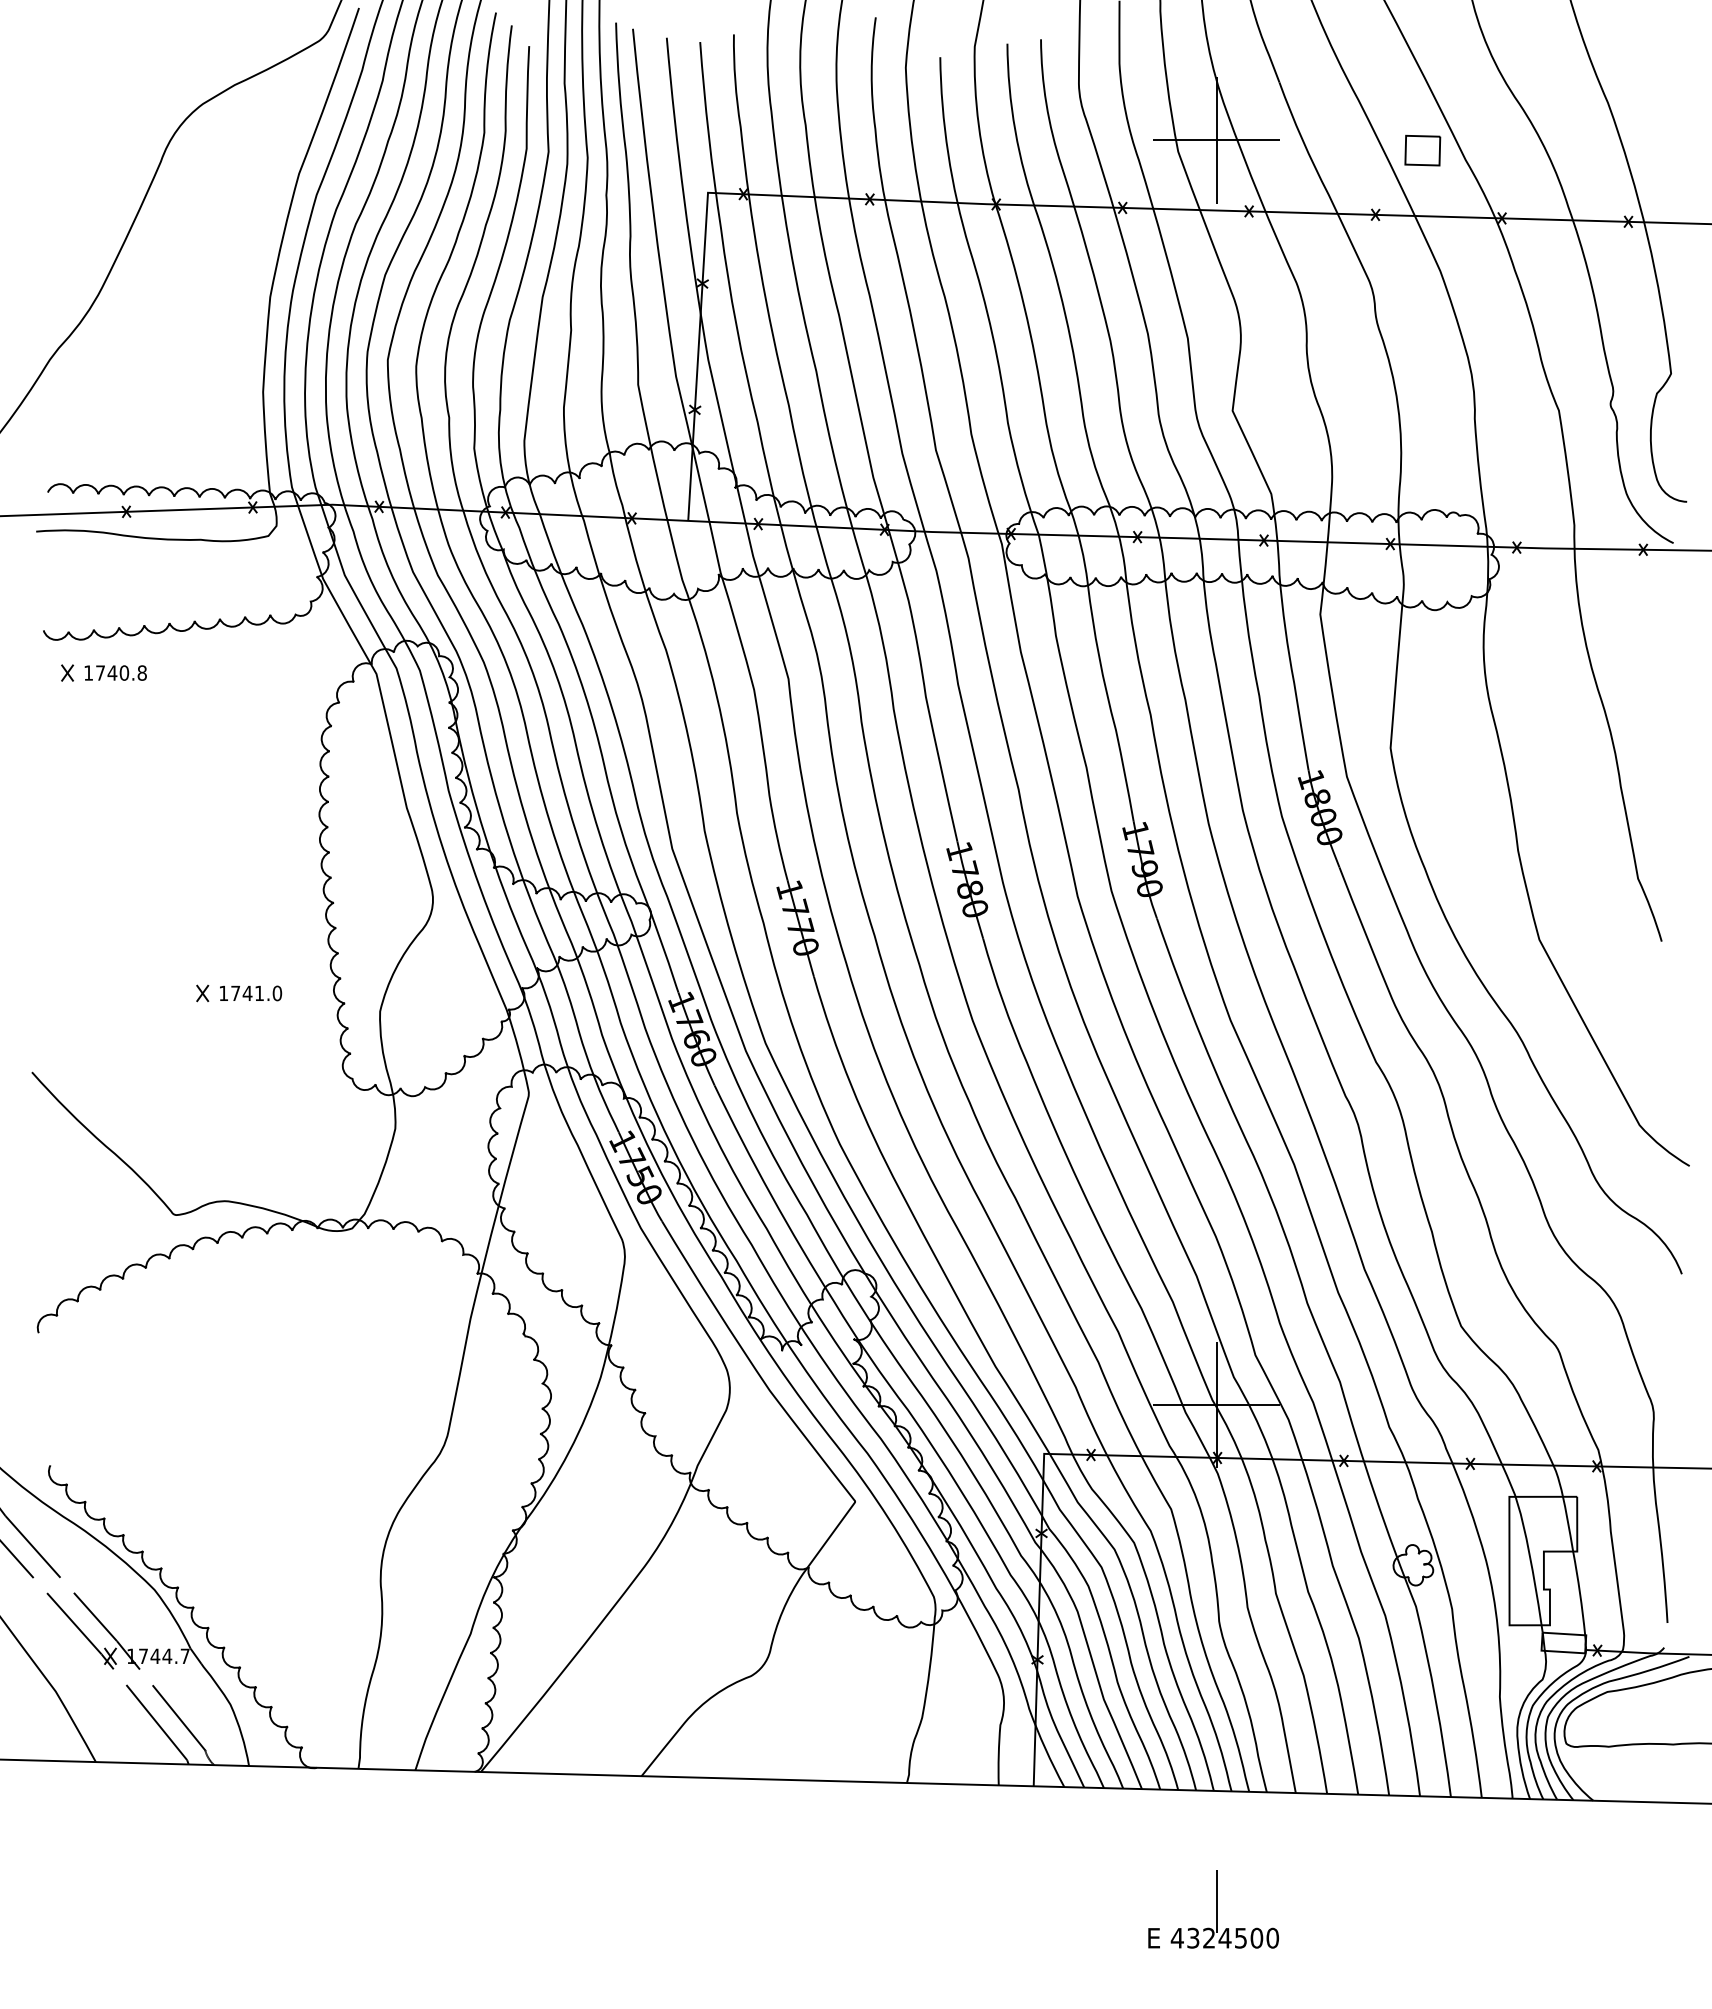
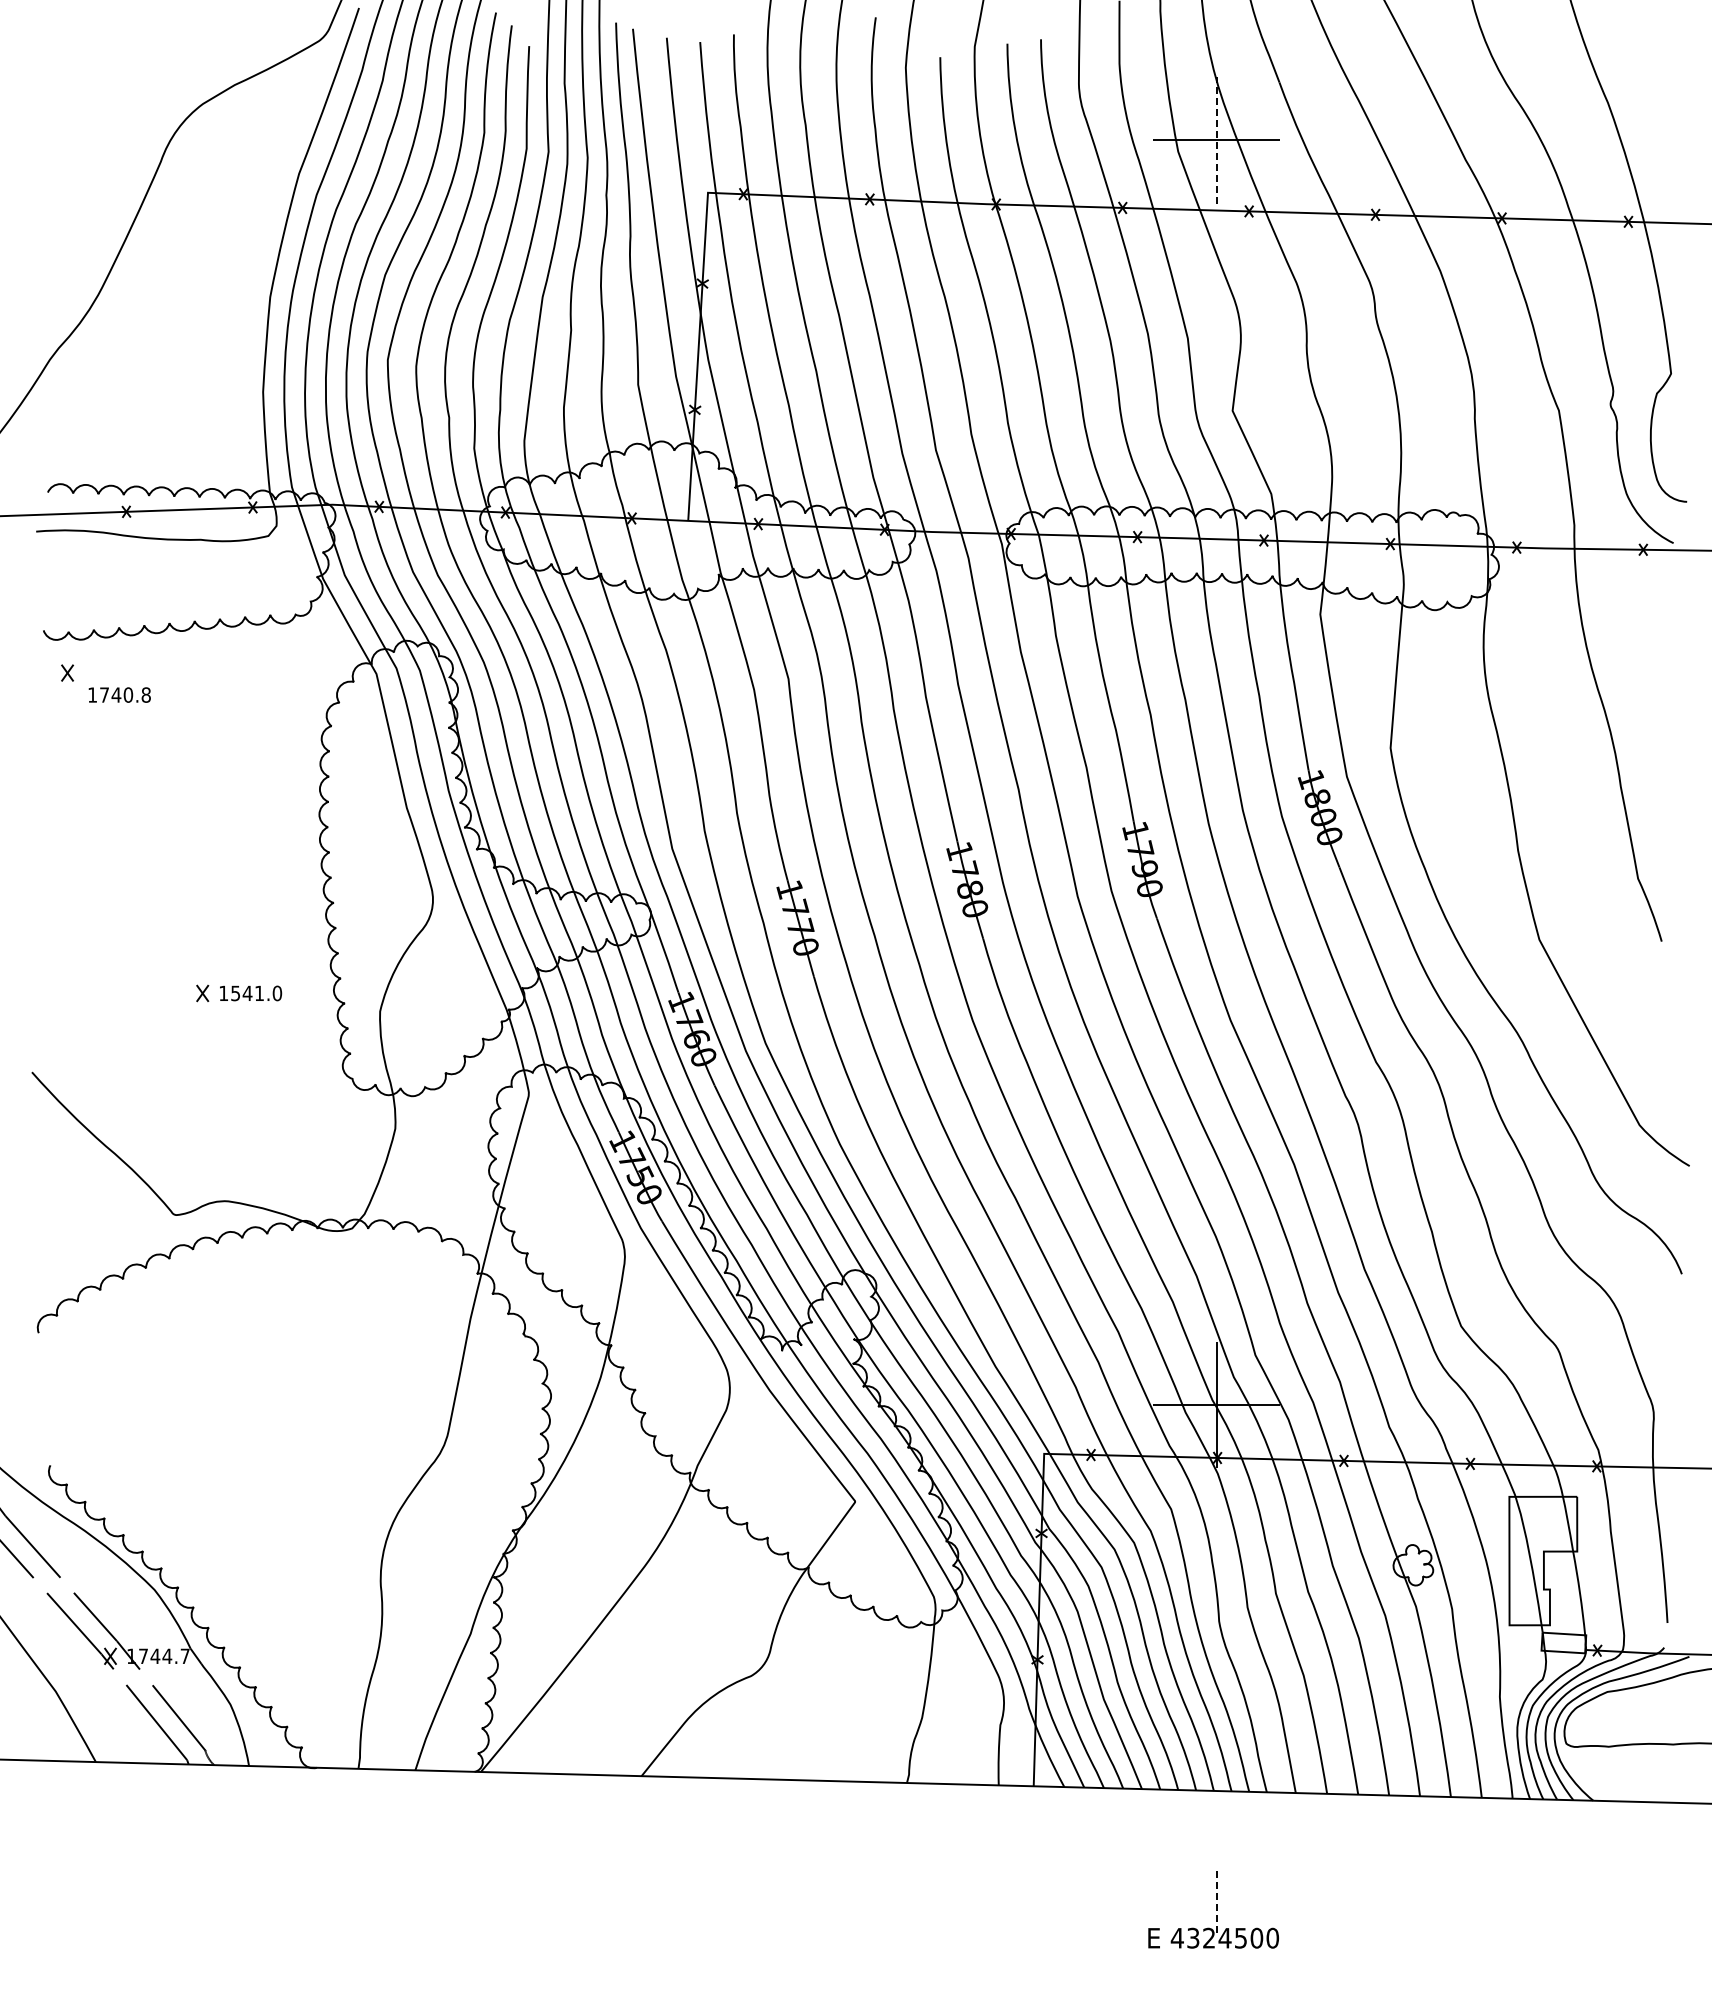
line at (1216, 139): solid -> dashed
part at (1422, 150): present -> none
text at (115, 672) position: (115, 672) -> (119, 694)
text at (235, 993): 1741.0 -> 1541.0
line at (1216, 1901): solid -> dashed
